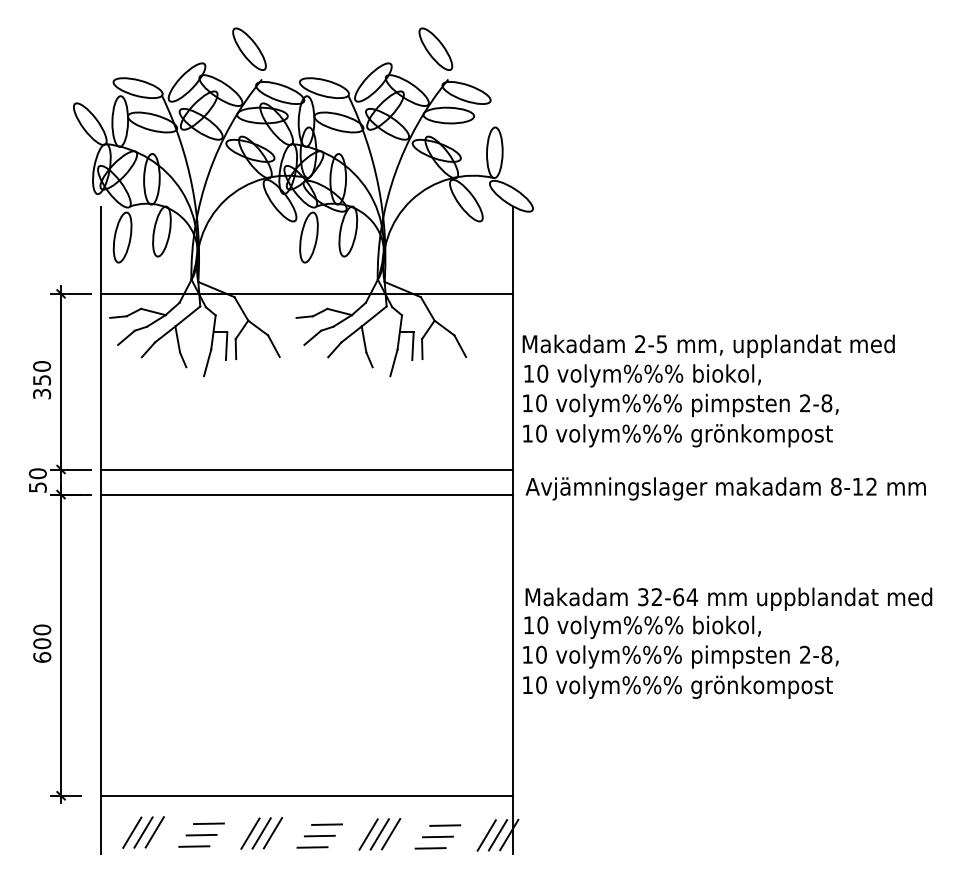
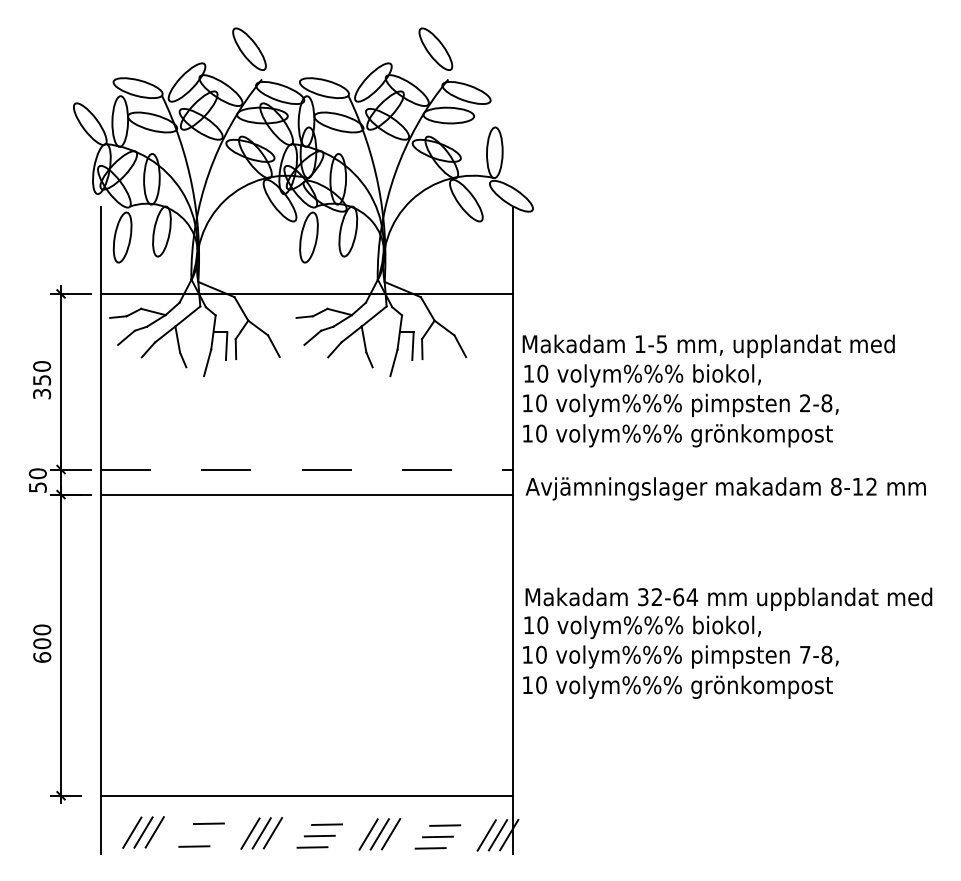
text at (640, 343): 2-5 -> 1-5
line at (307, 469): solid -> dashed
text at (805, 654): 2-8, -> 7-8,
line at (201, 834): present -> none
